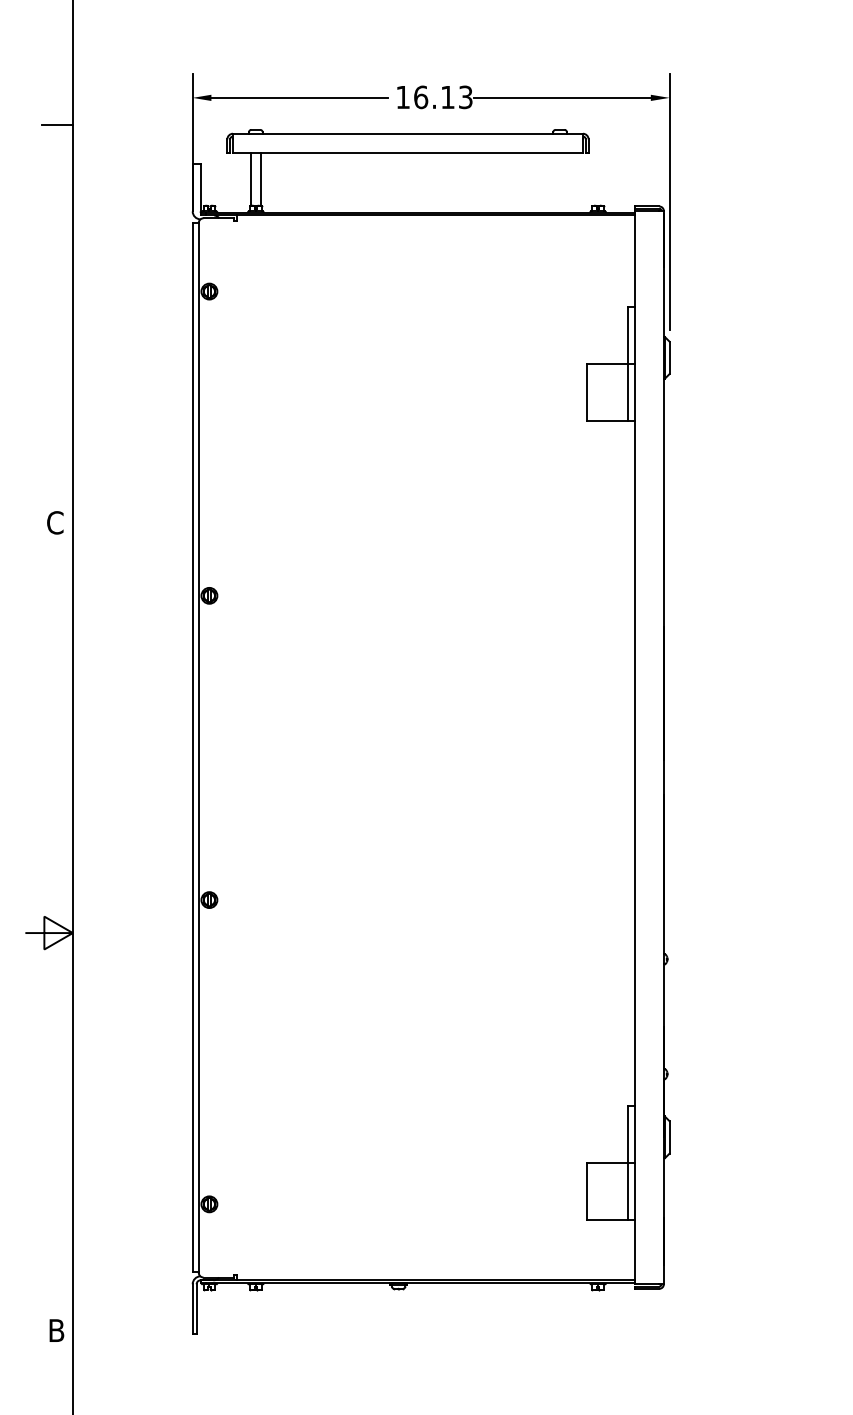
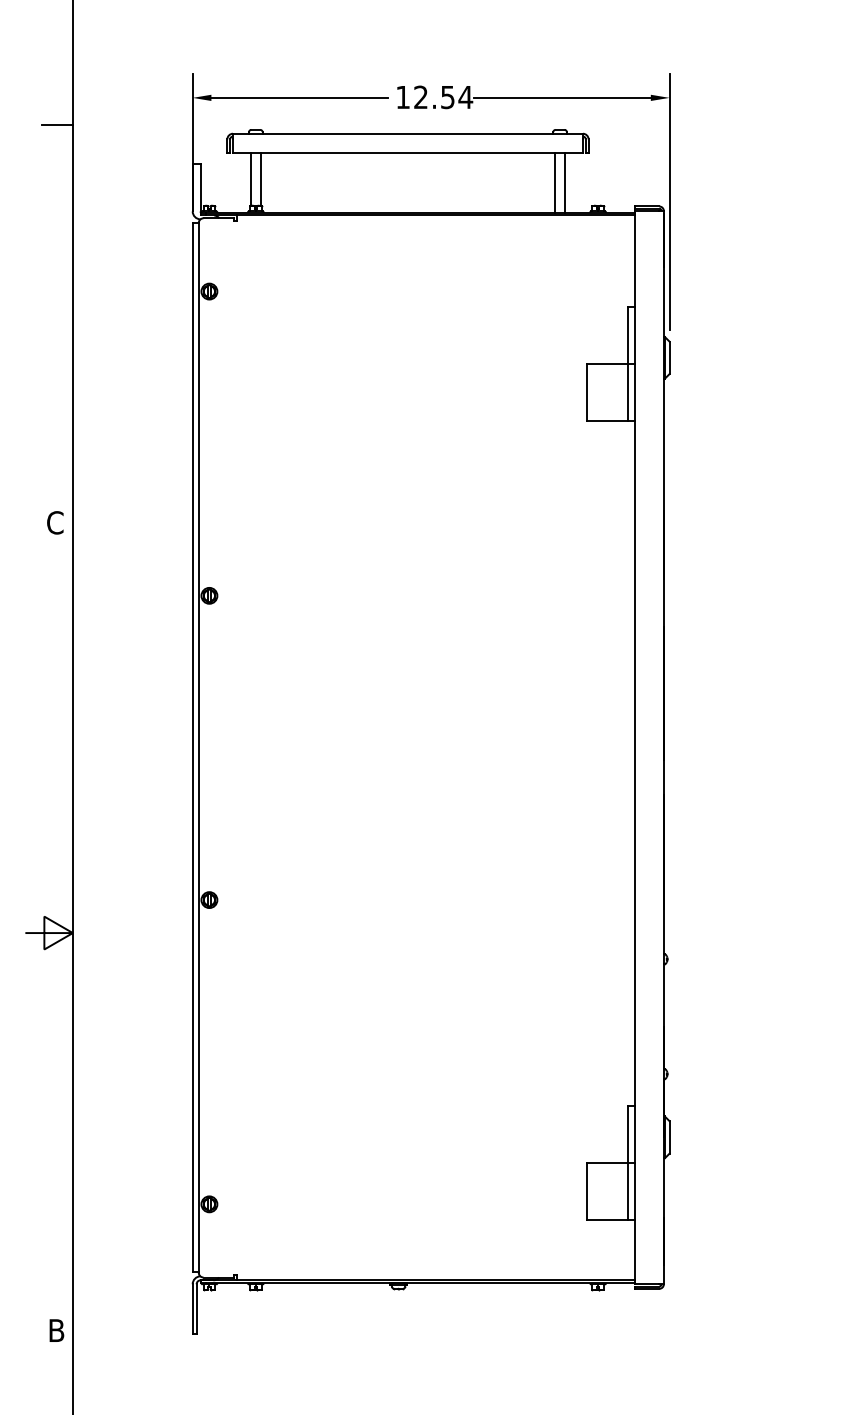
text at (443, 97): 16.13 -> 12.54
line at (555, 182): none -> present
line at (564, 182): none -> present
